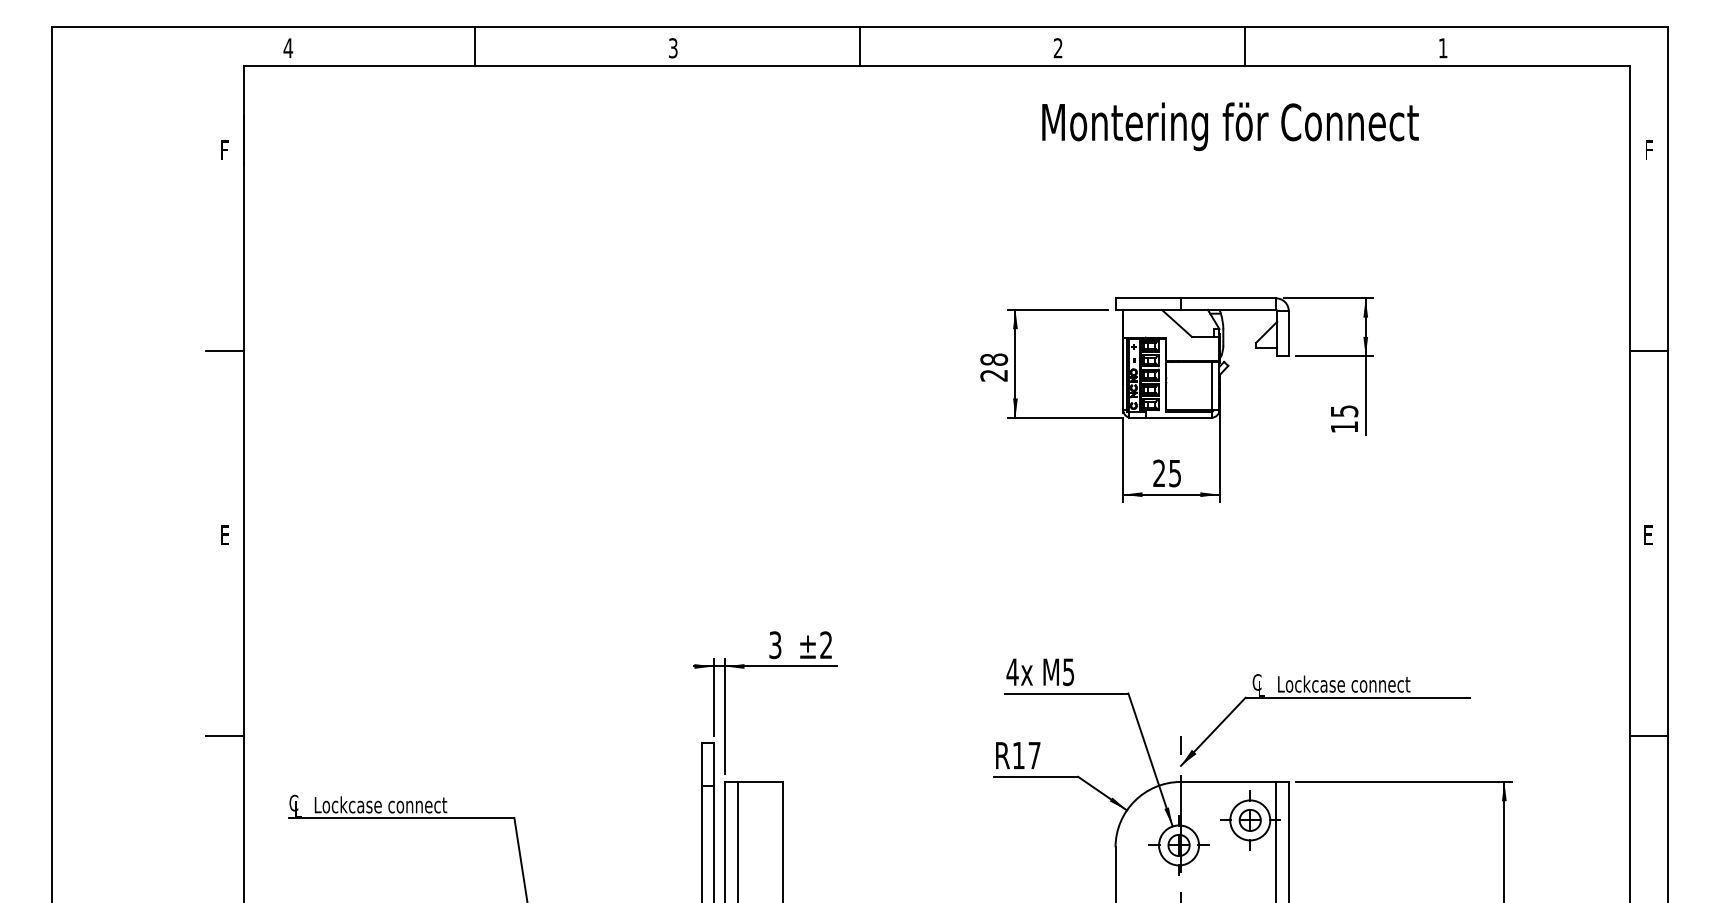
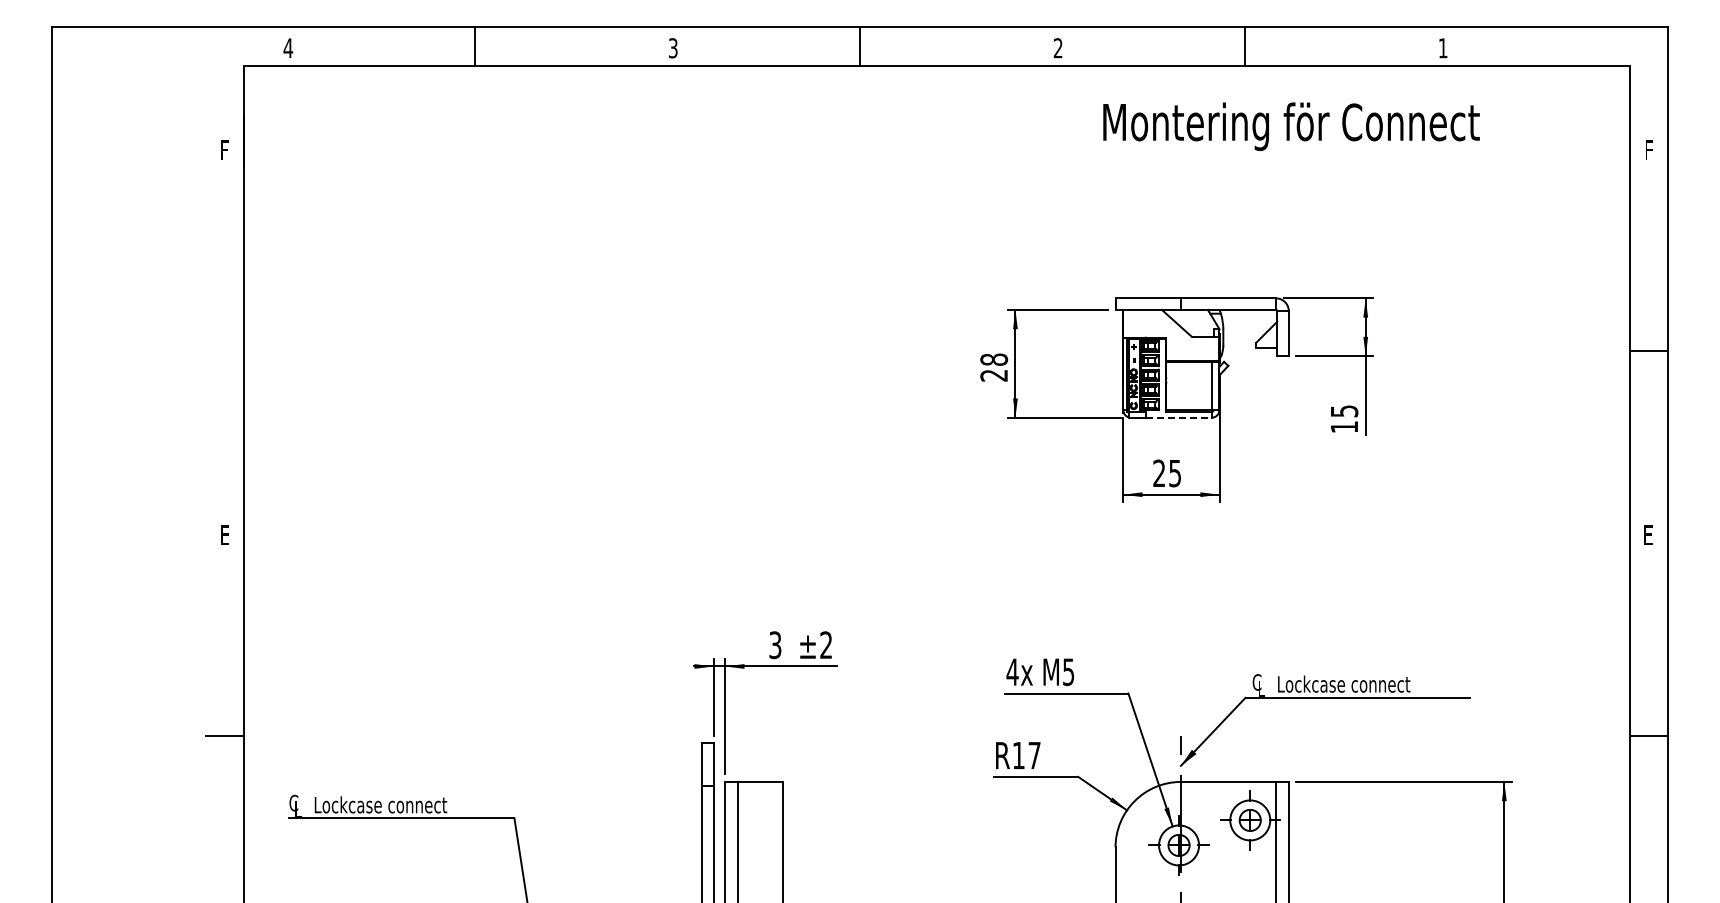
text at (1230, 126) position: (1230, 126) -> (1291, 126)
line at (224, 350): present -> none
line at (1179, 417): solid -> dashed
